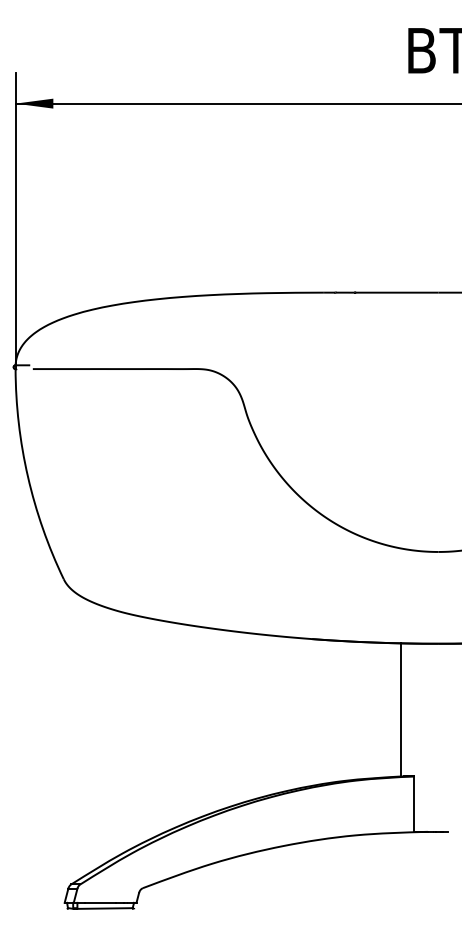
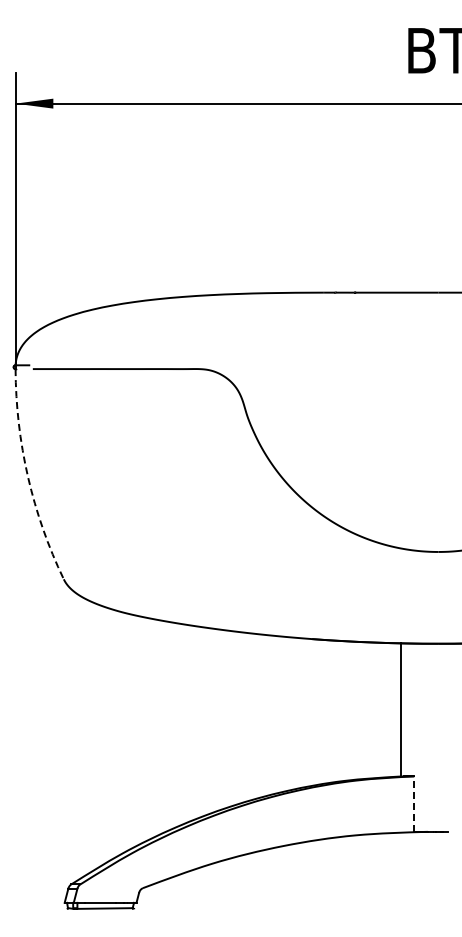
arc at (28, 476): solid -> dashed
line at (414, 803): solid -> dashed
